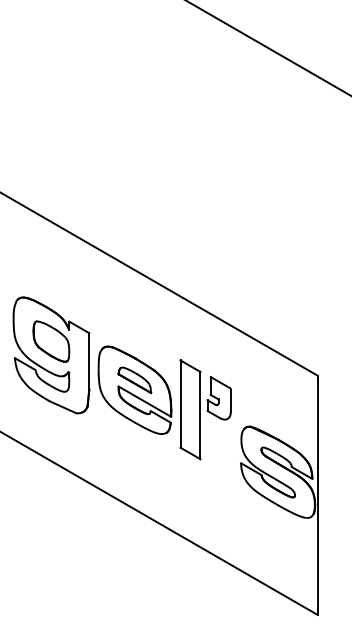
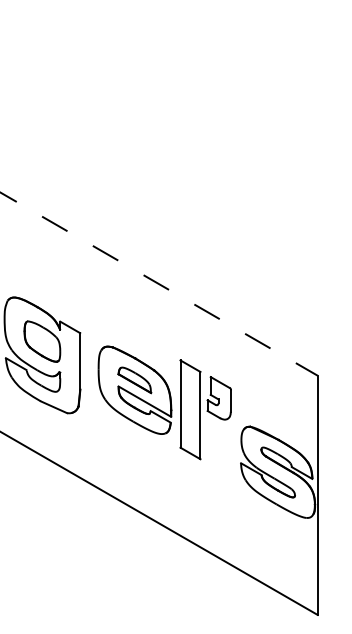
line at (268, 48): present -> none
line at (159, 284): solid -> dashed
part at (51, 355) position: (51, 355) -> (42, 355)
